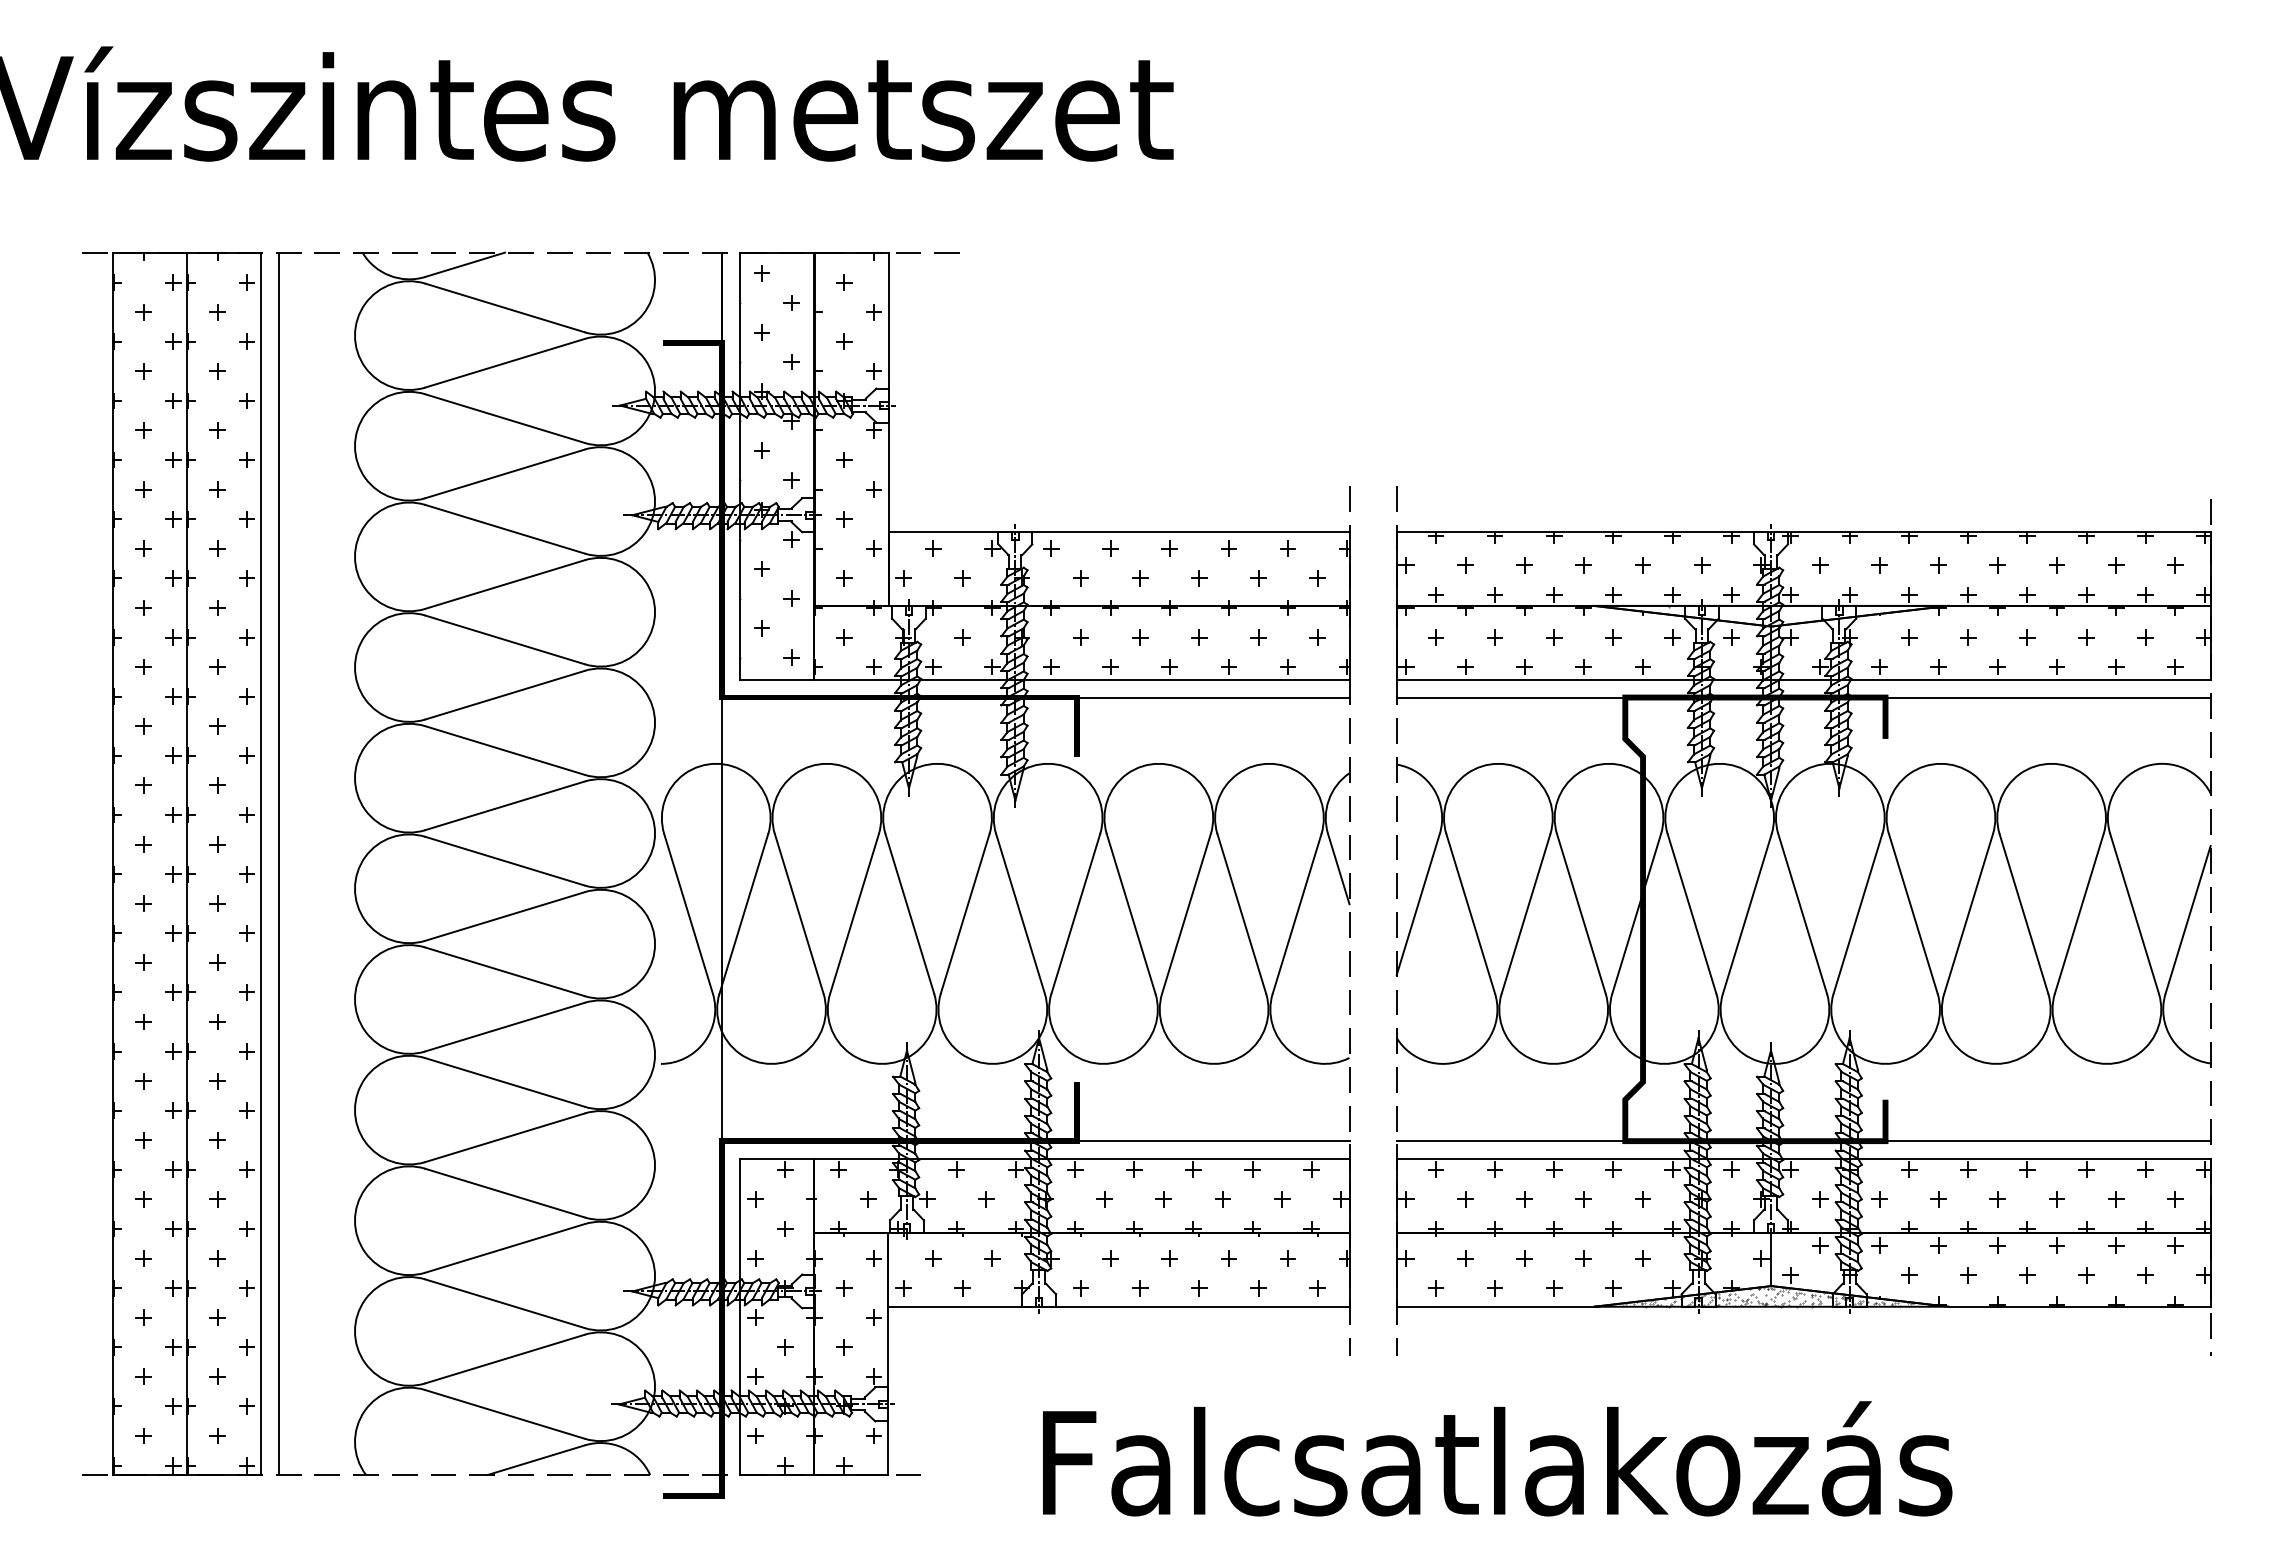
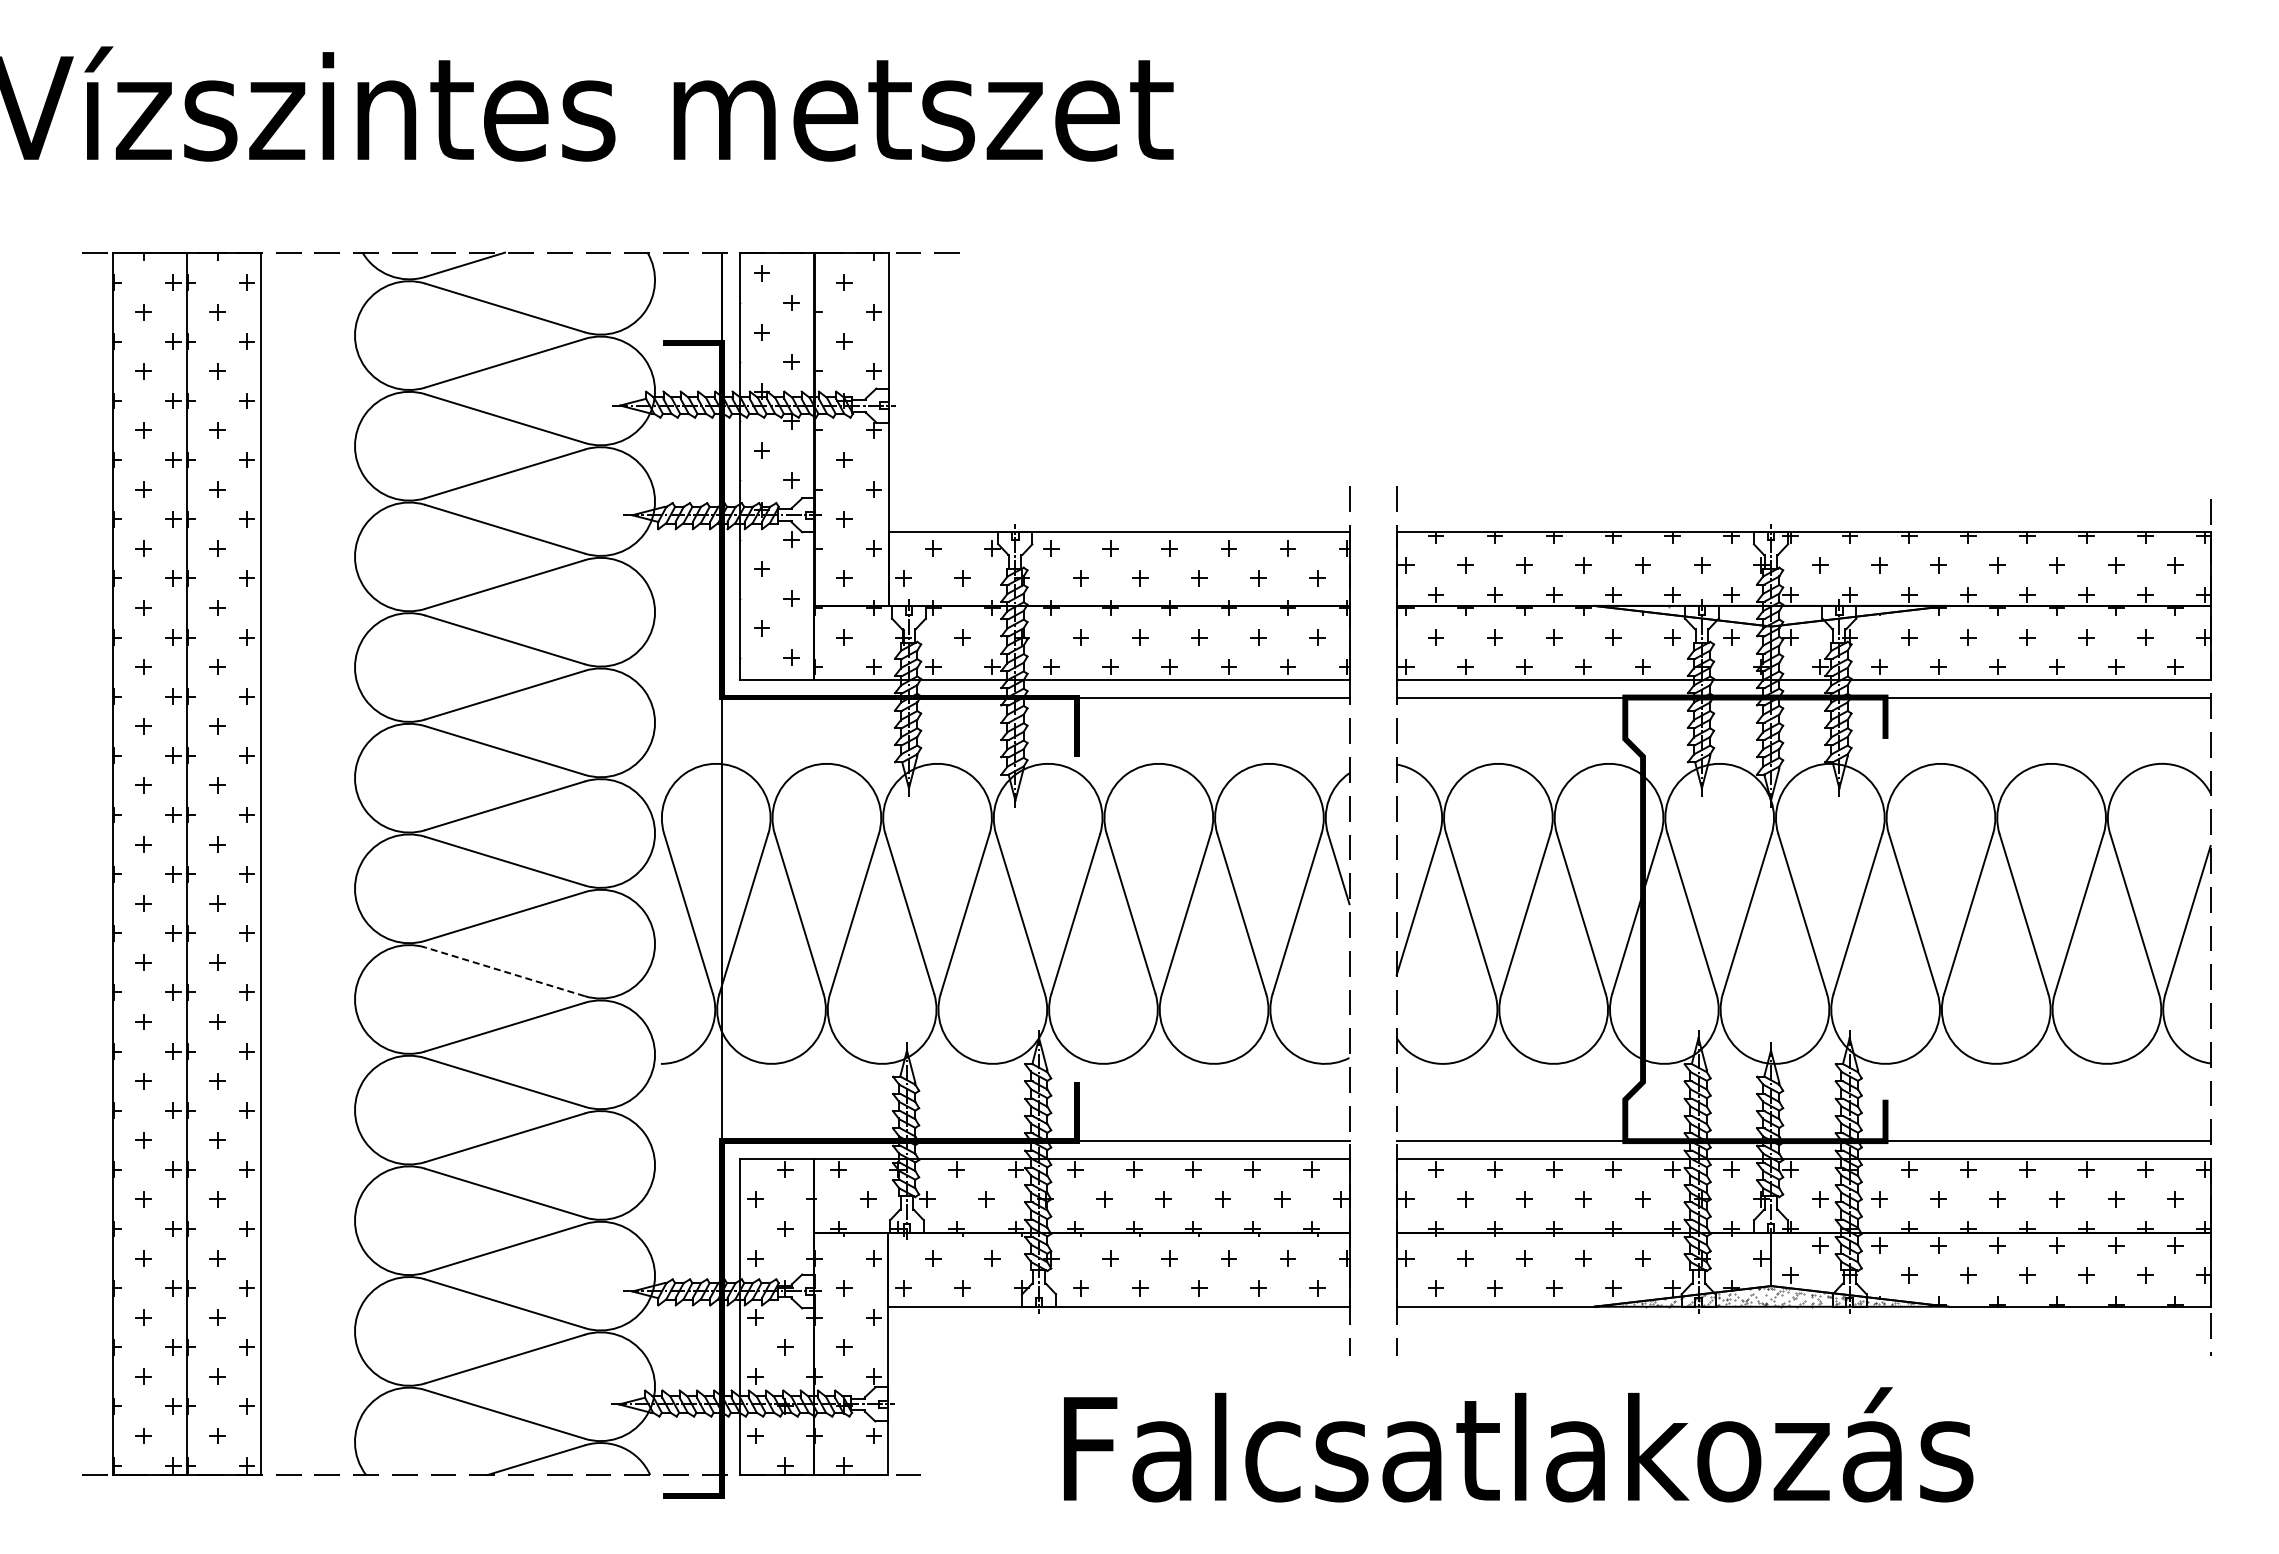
line at (278, 863): present -> none
line at (504, 971): solid -> dashed
text at (1497, 1458) position: (1497, 1458) -> (1518, 1444)
